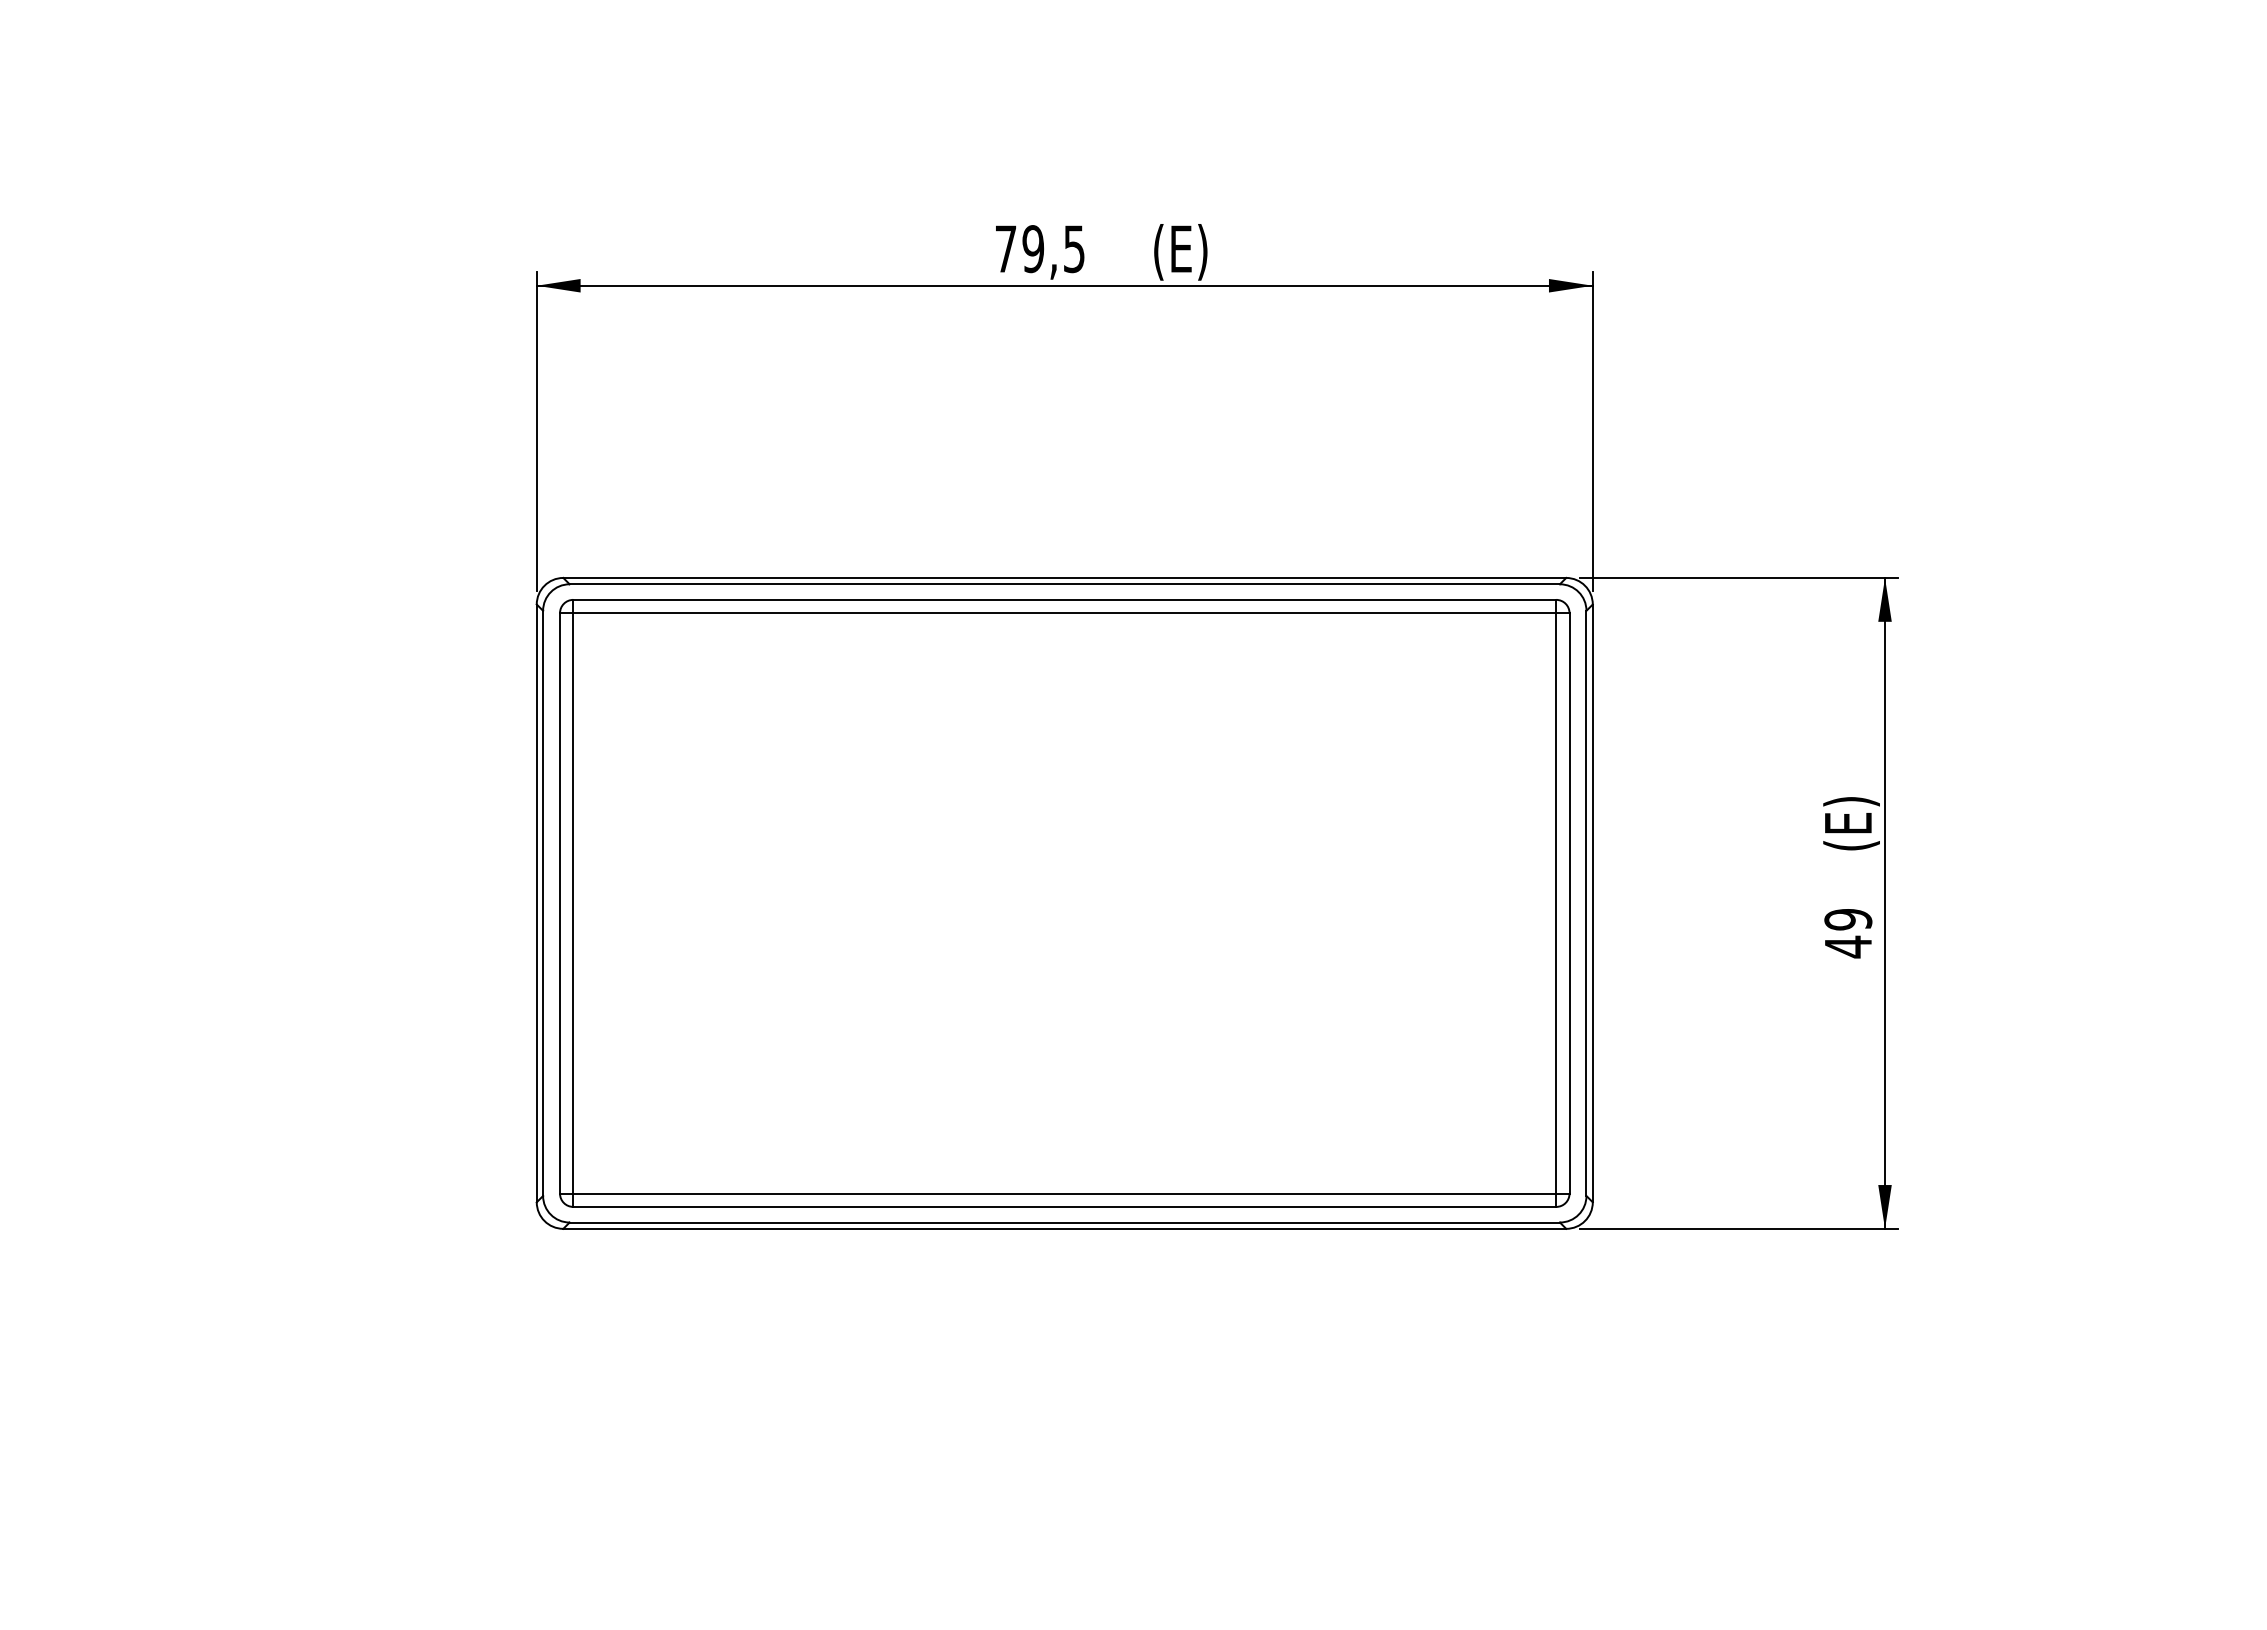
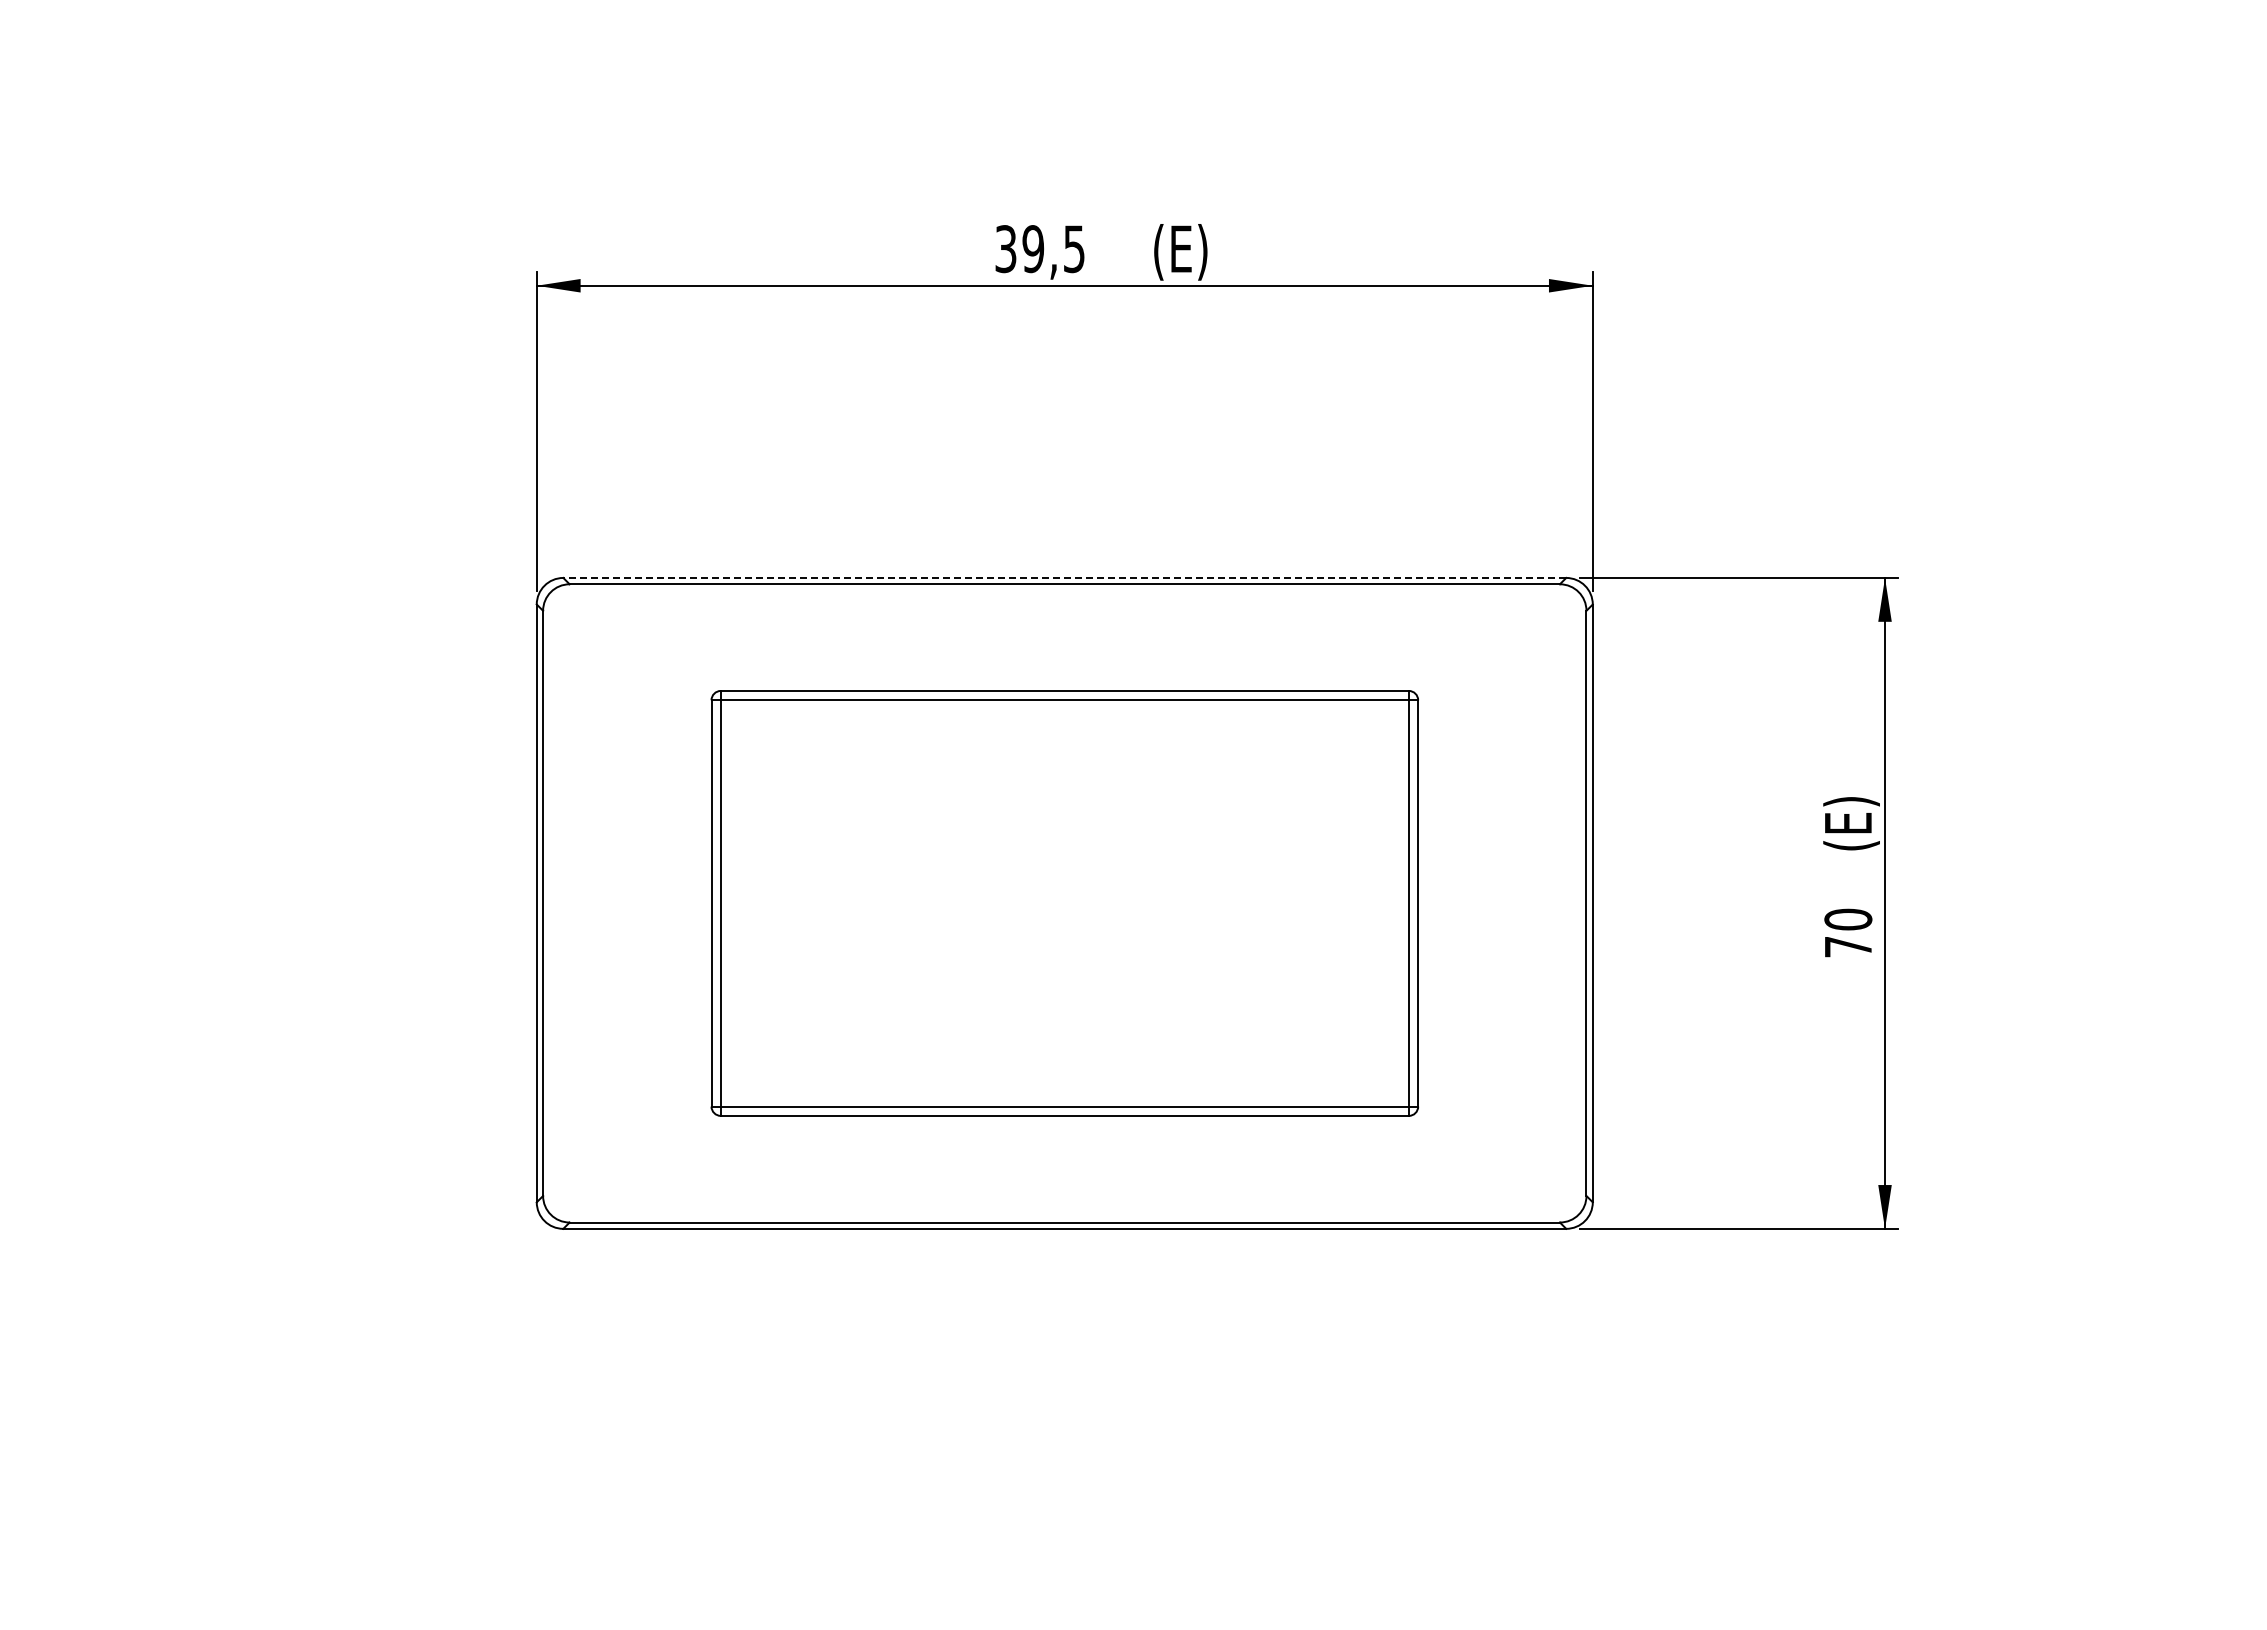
text at (1005, 249): 79,5 -> 39,5
line at (1064, 577): solid -> dashed
part at (1064, 903) size: 1012x609 px -> 709x427 px
text at (1848, 933): 49 -> 70
